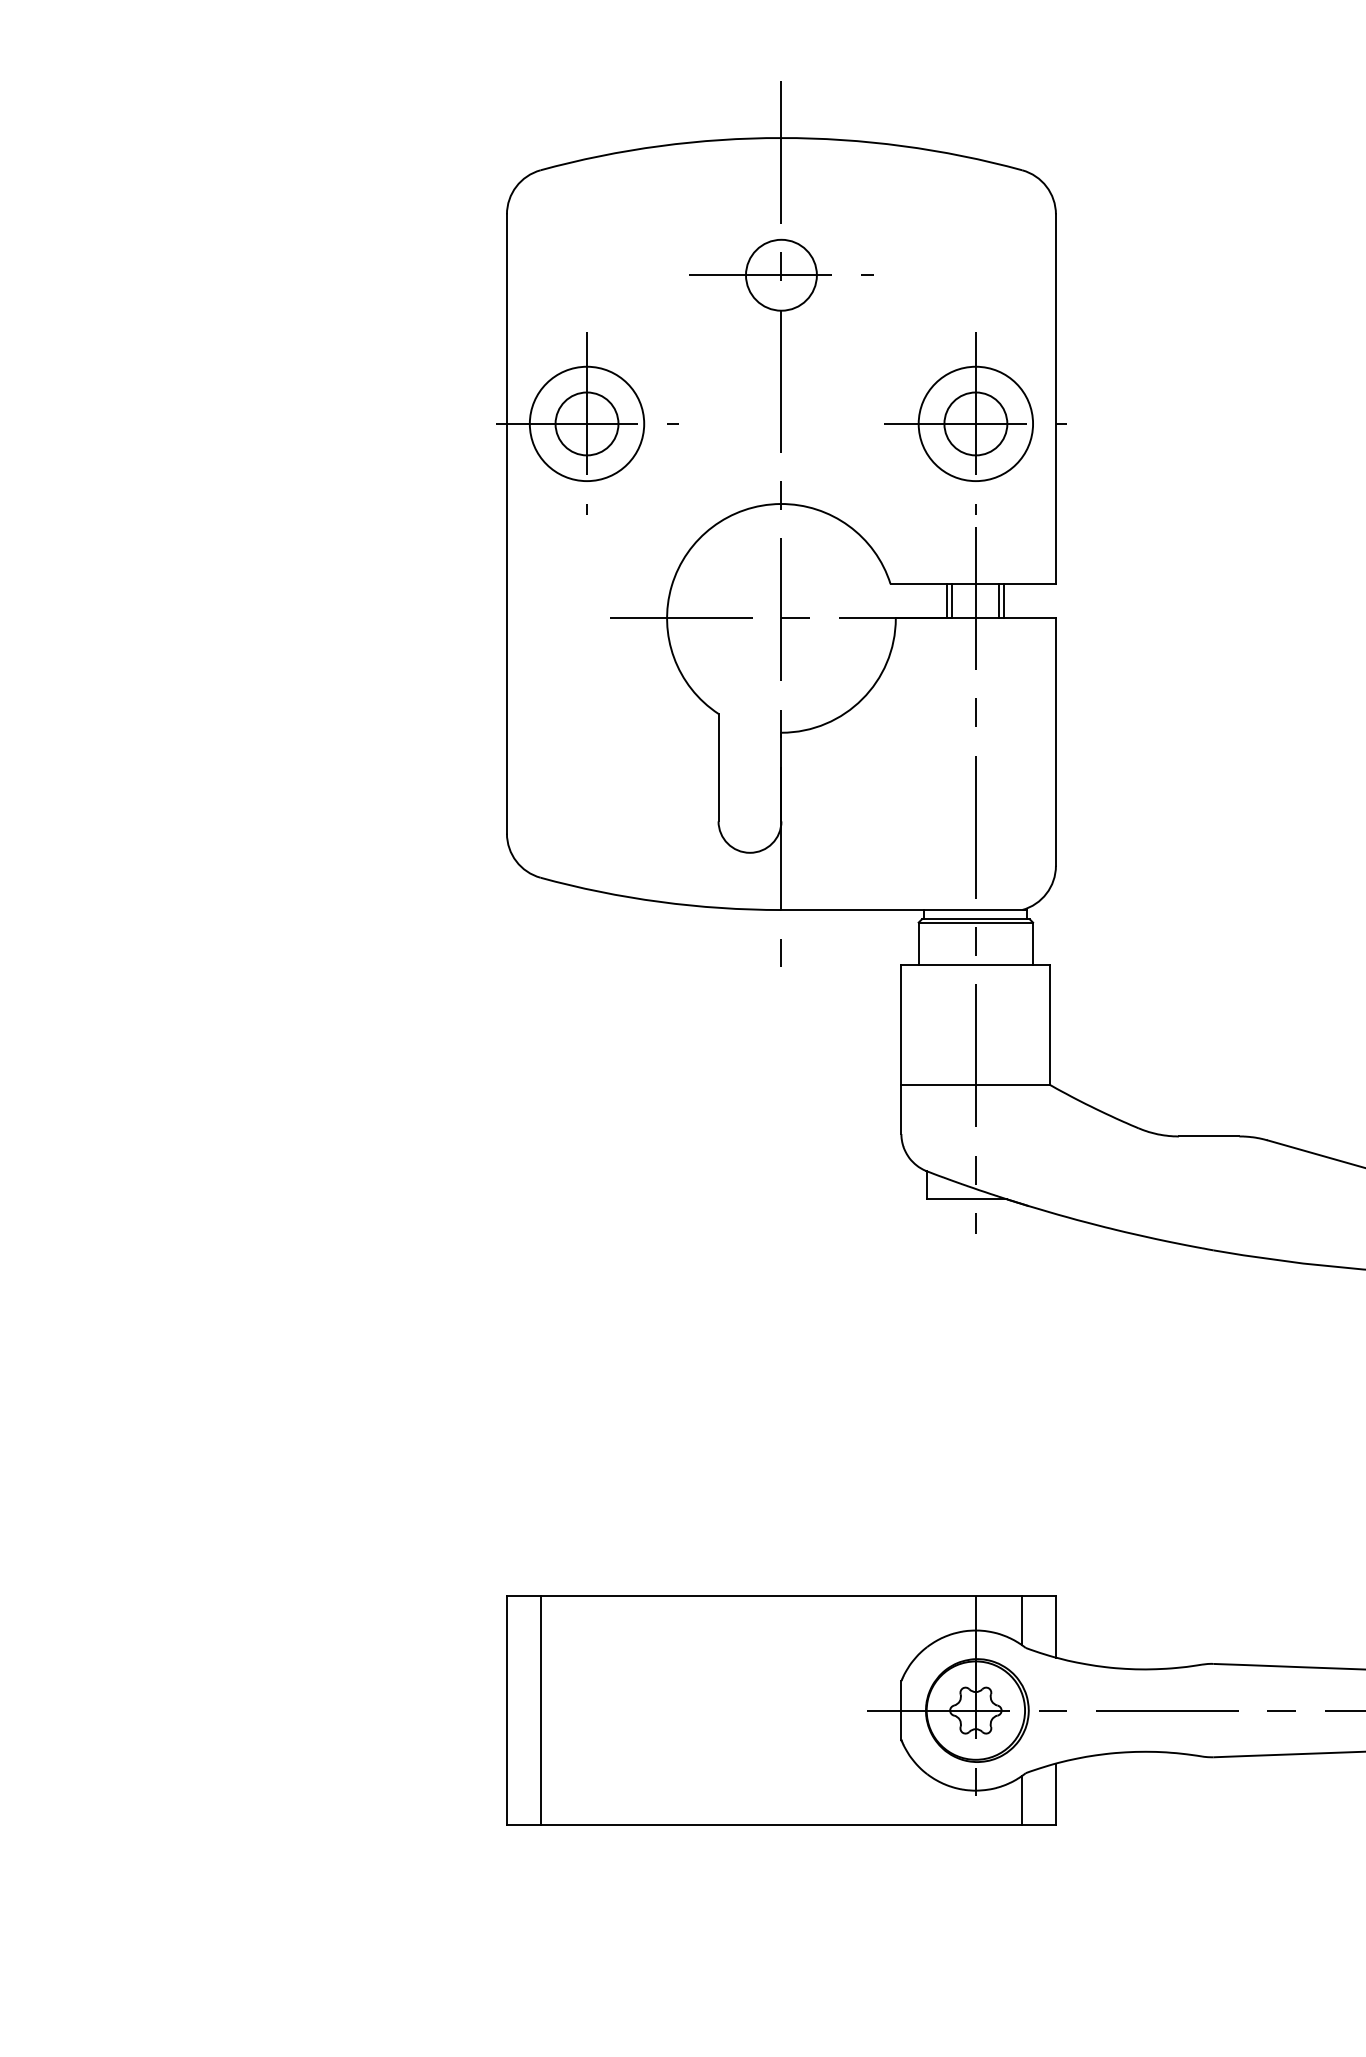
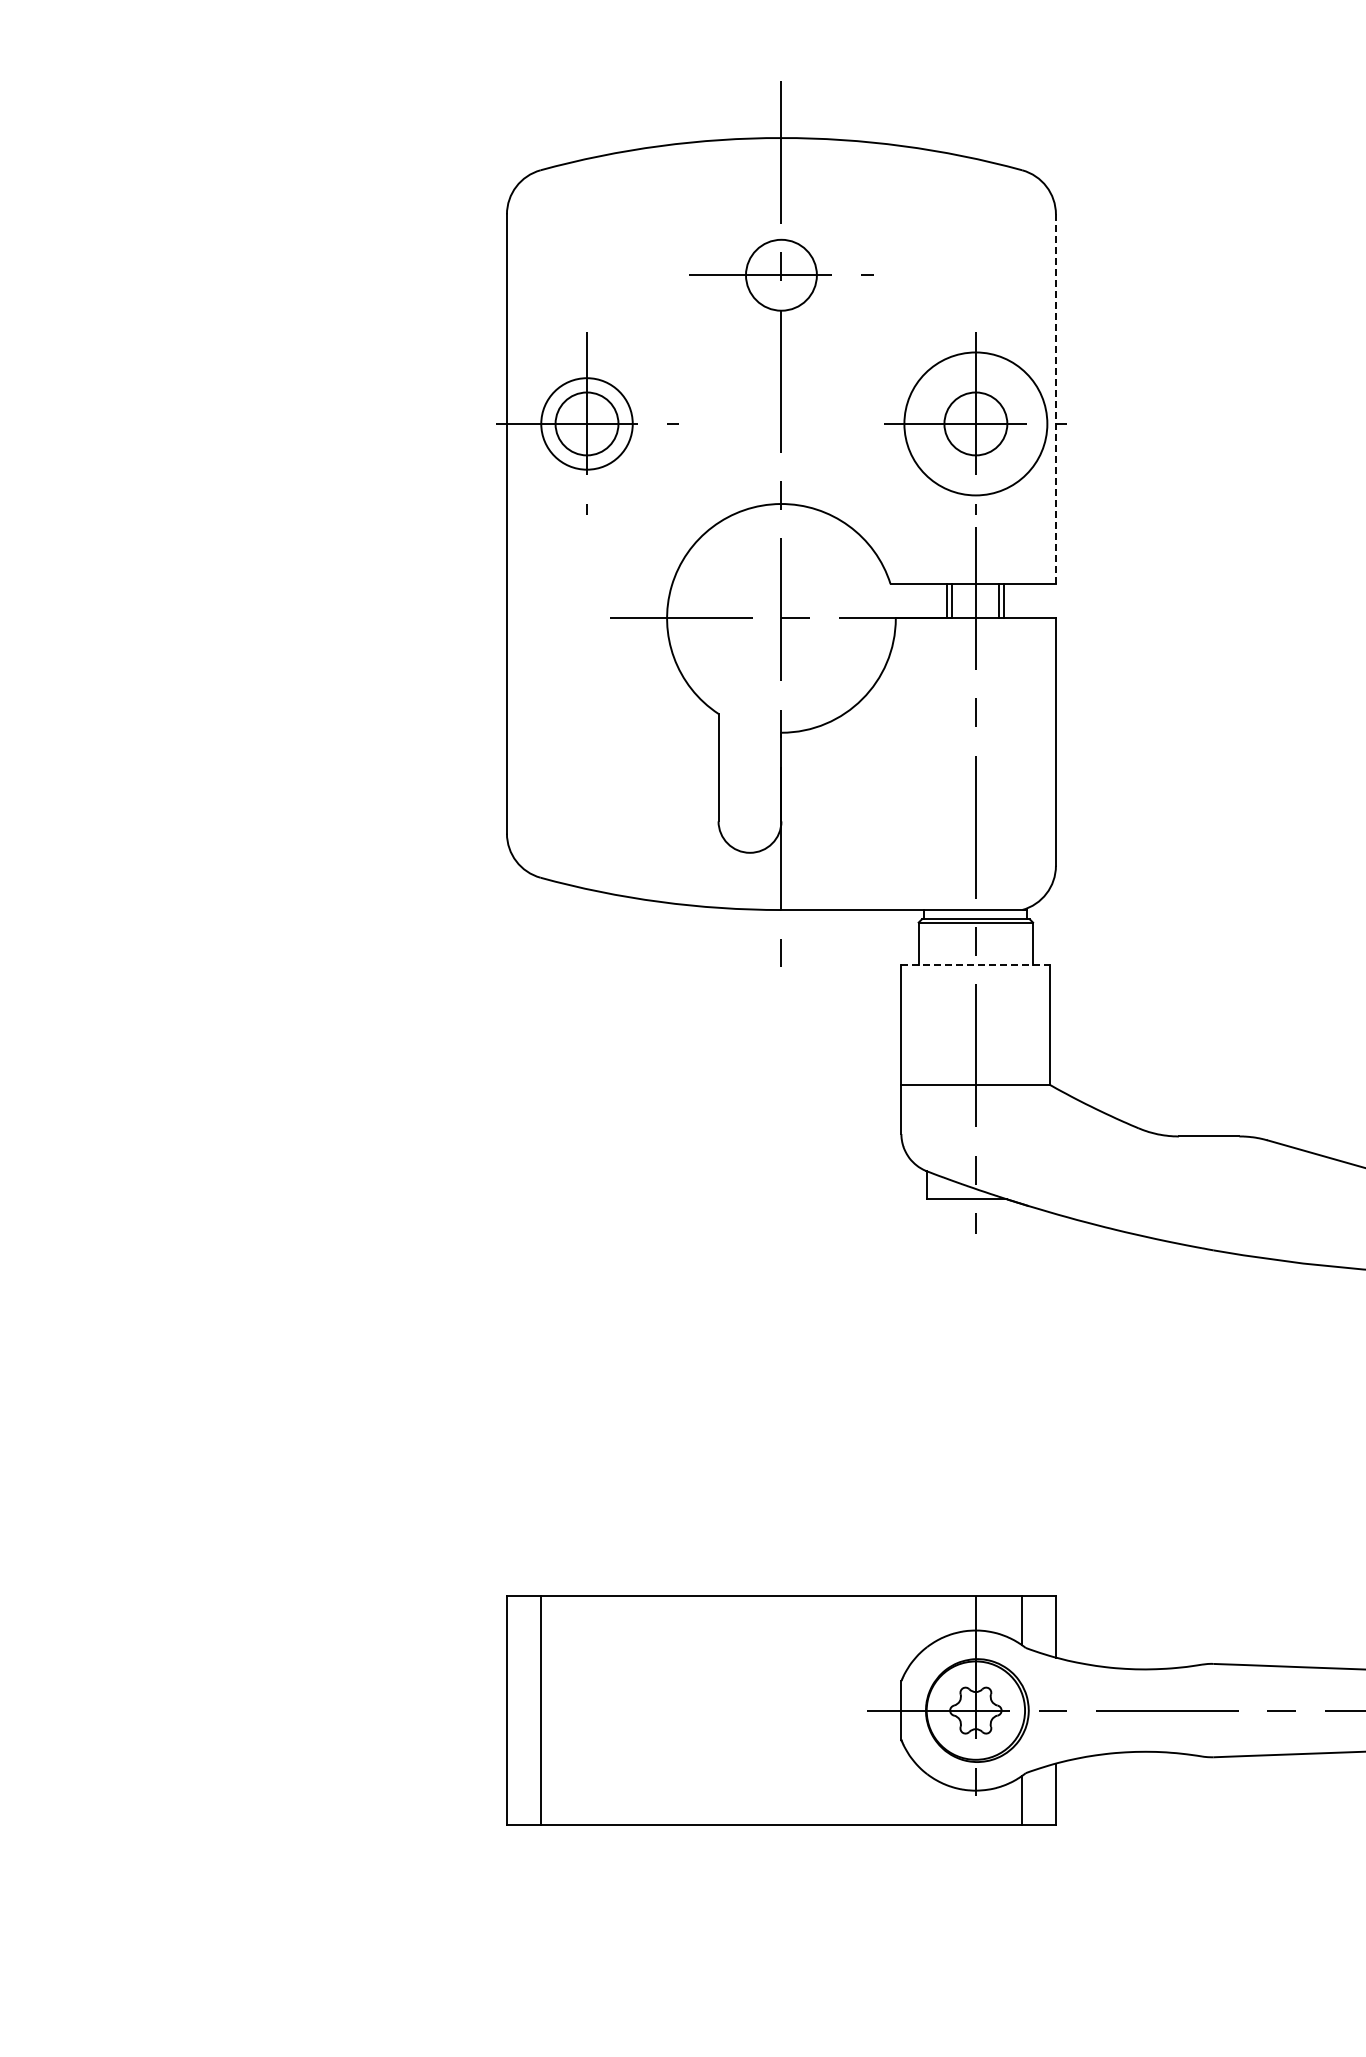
line at (1055, 399): solid -> dashed
circle at (586, 423) diameter: 114 px -> 91 px
circle at (975, 423) diameter: 114 px -> 143 px
line at (976, 964): solid -> dashed
